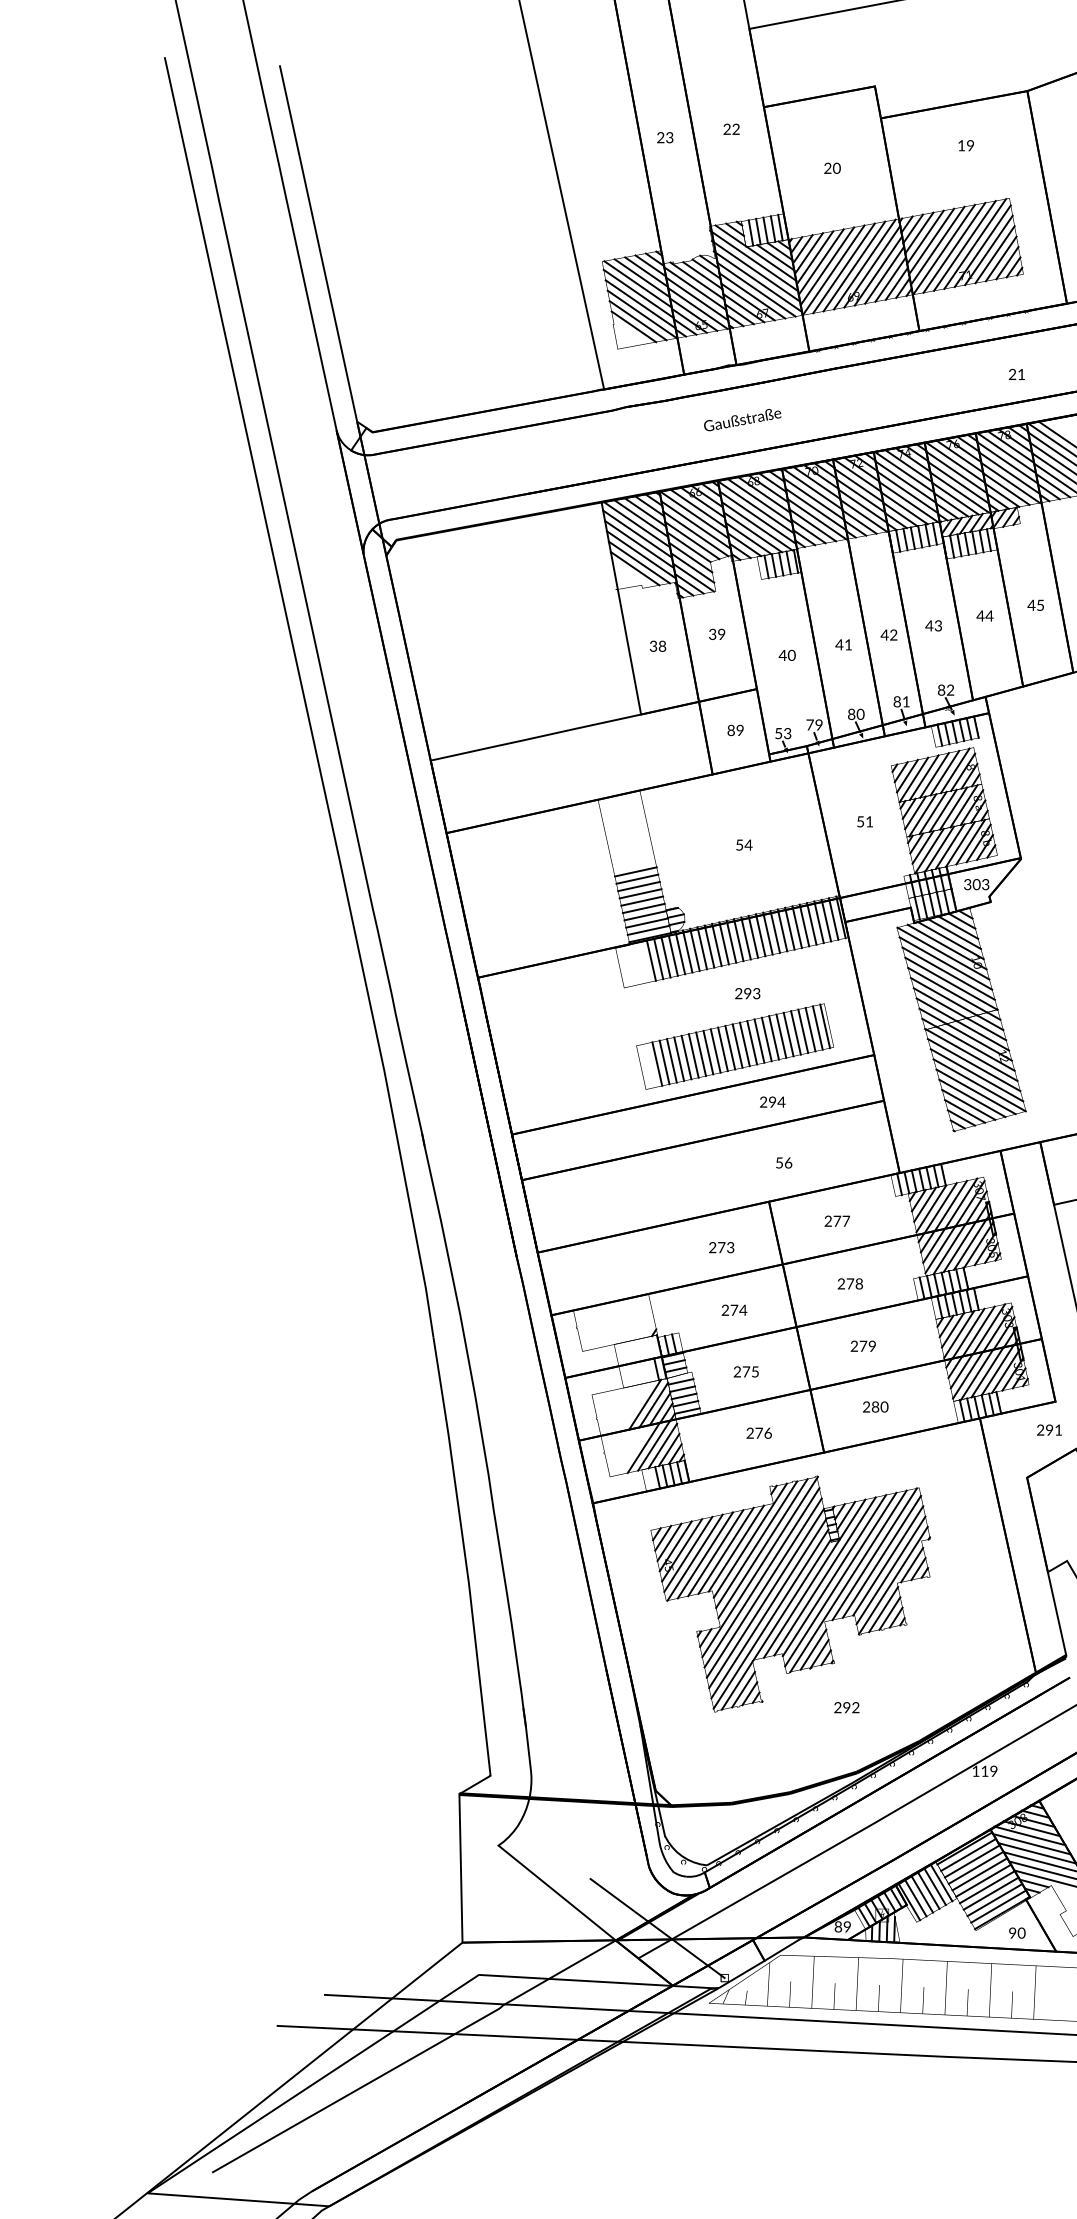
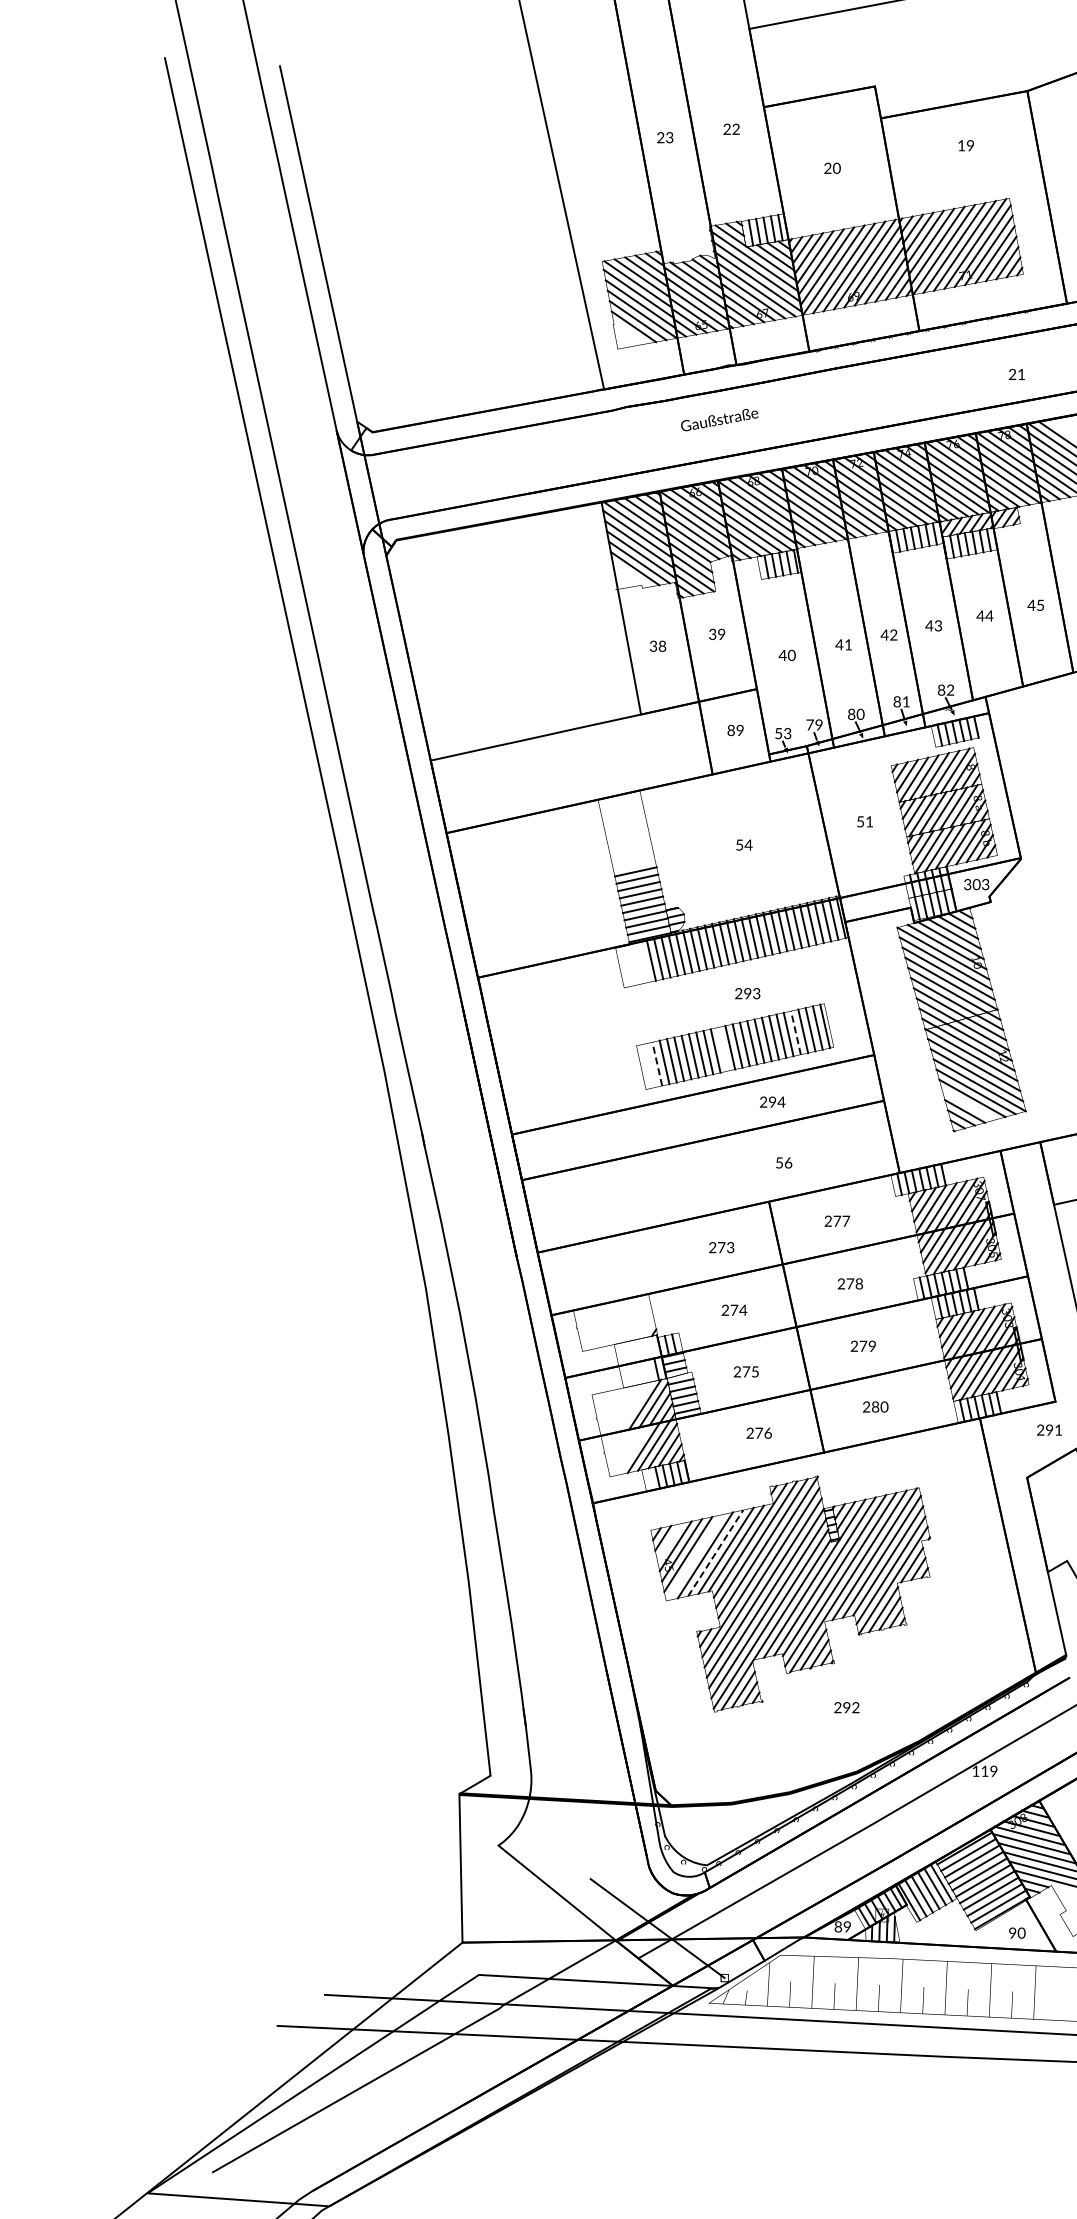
text at (742, 420) position: (742, 420) -> (719, 420)
line at (795, 1032): solid -> dashed
line at (722, 1049): present -> none
line at (657, 1063): solid -> dashed
line at (968, 1104): present -> none
line at (669, 1541): present -> none
line at (716, 1552): solid -> dashed
line at (694, 1557): present -> none
